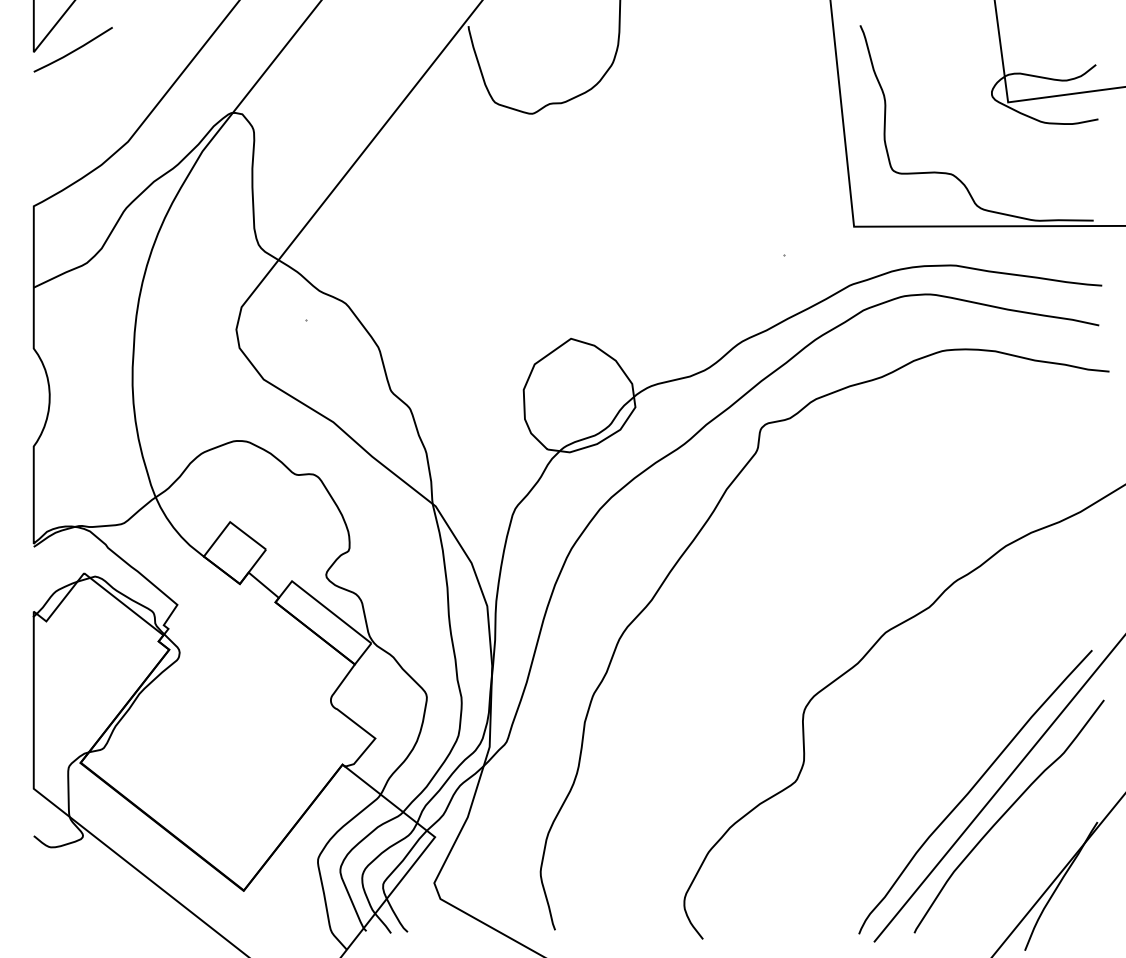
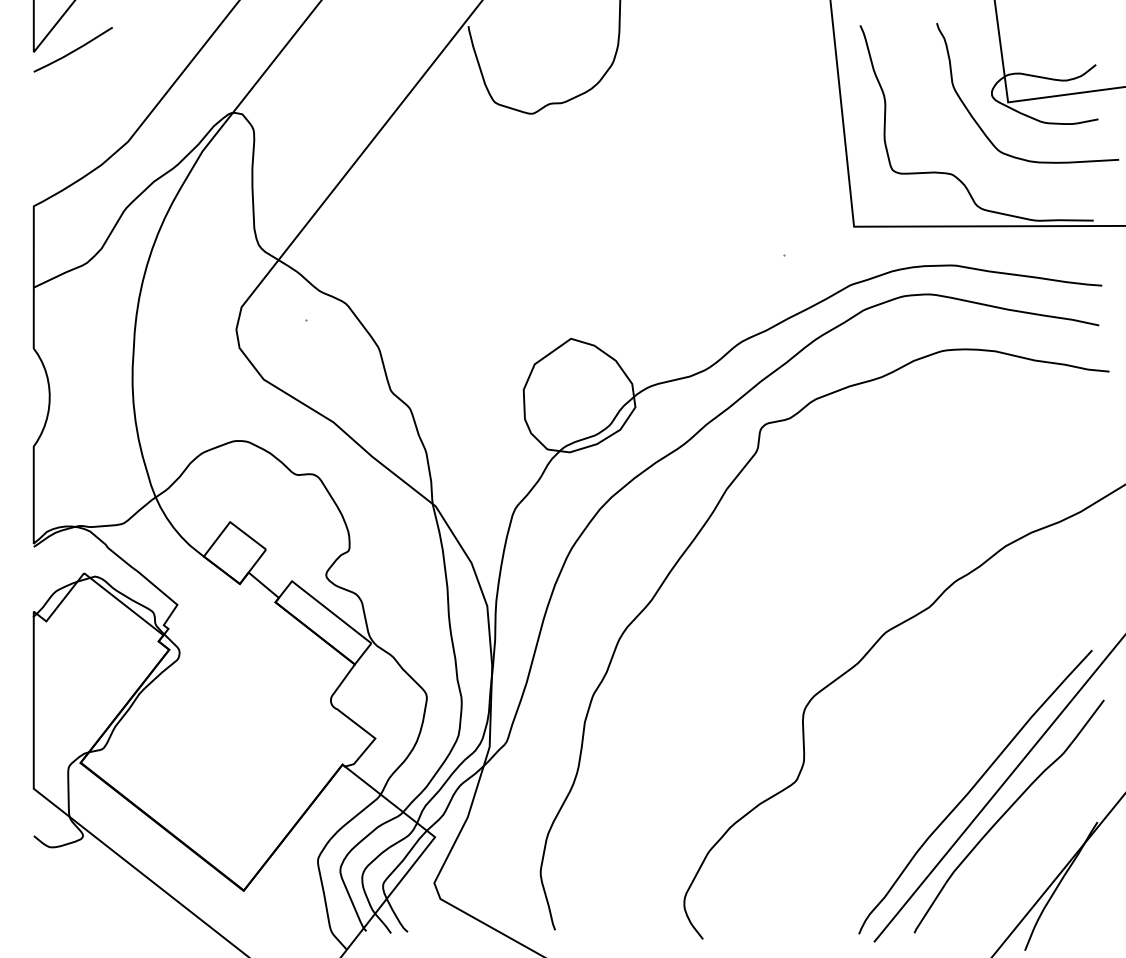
curve at (981, 127): none -> present
